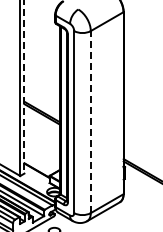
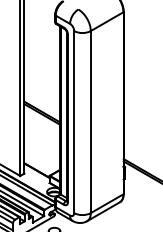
line at (24, 87): dashed -> solid
line at (90, 121): dashed -> solid
